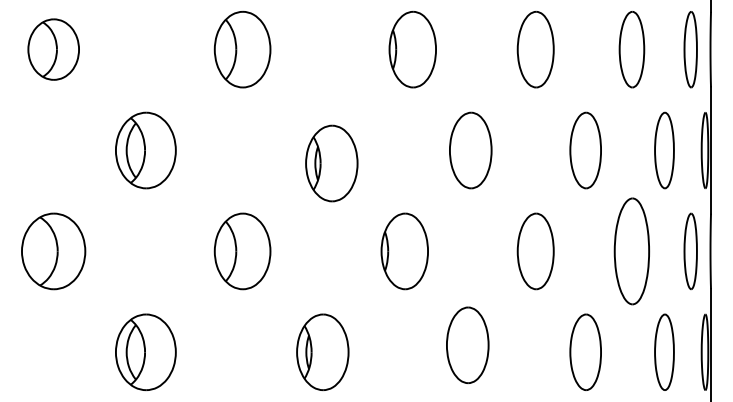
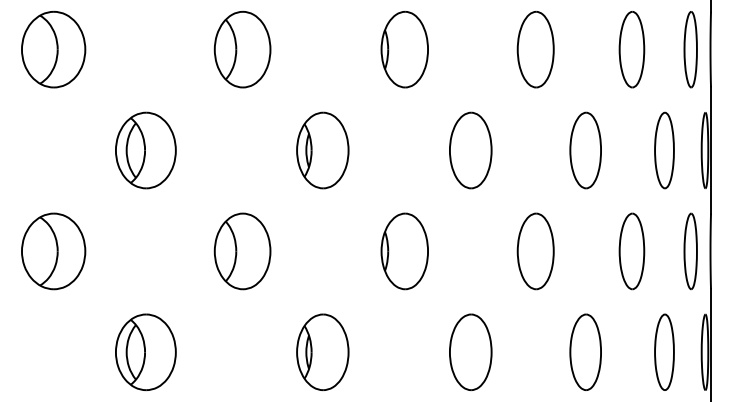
part at (53, 49) size: 53x63 px -> 66x79 px
part at (412, 49) position: (412, 49) -> (404, 49)
part at (331, 163) position: (331, 163) -> (322, 150)
part at (631, 251) size: 37x109 px -> 28x79 px
part at (467, 344) position: (467, 344) -> (470, 351)
